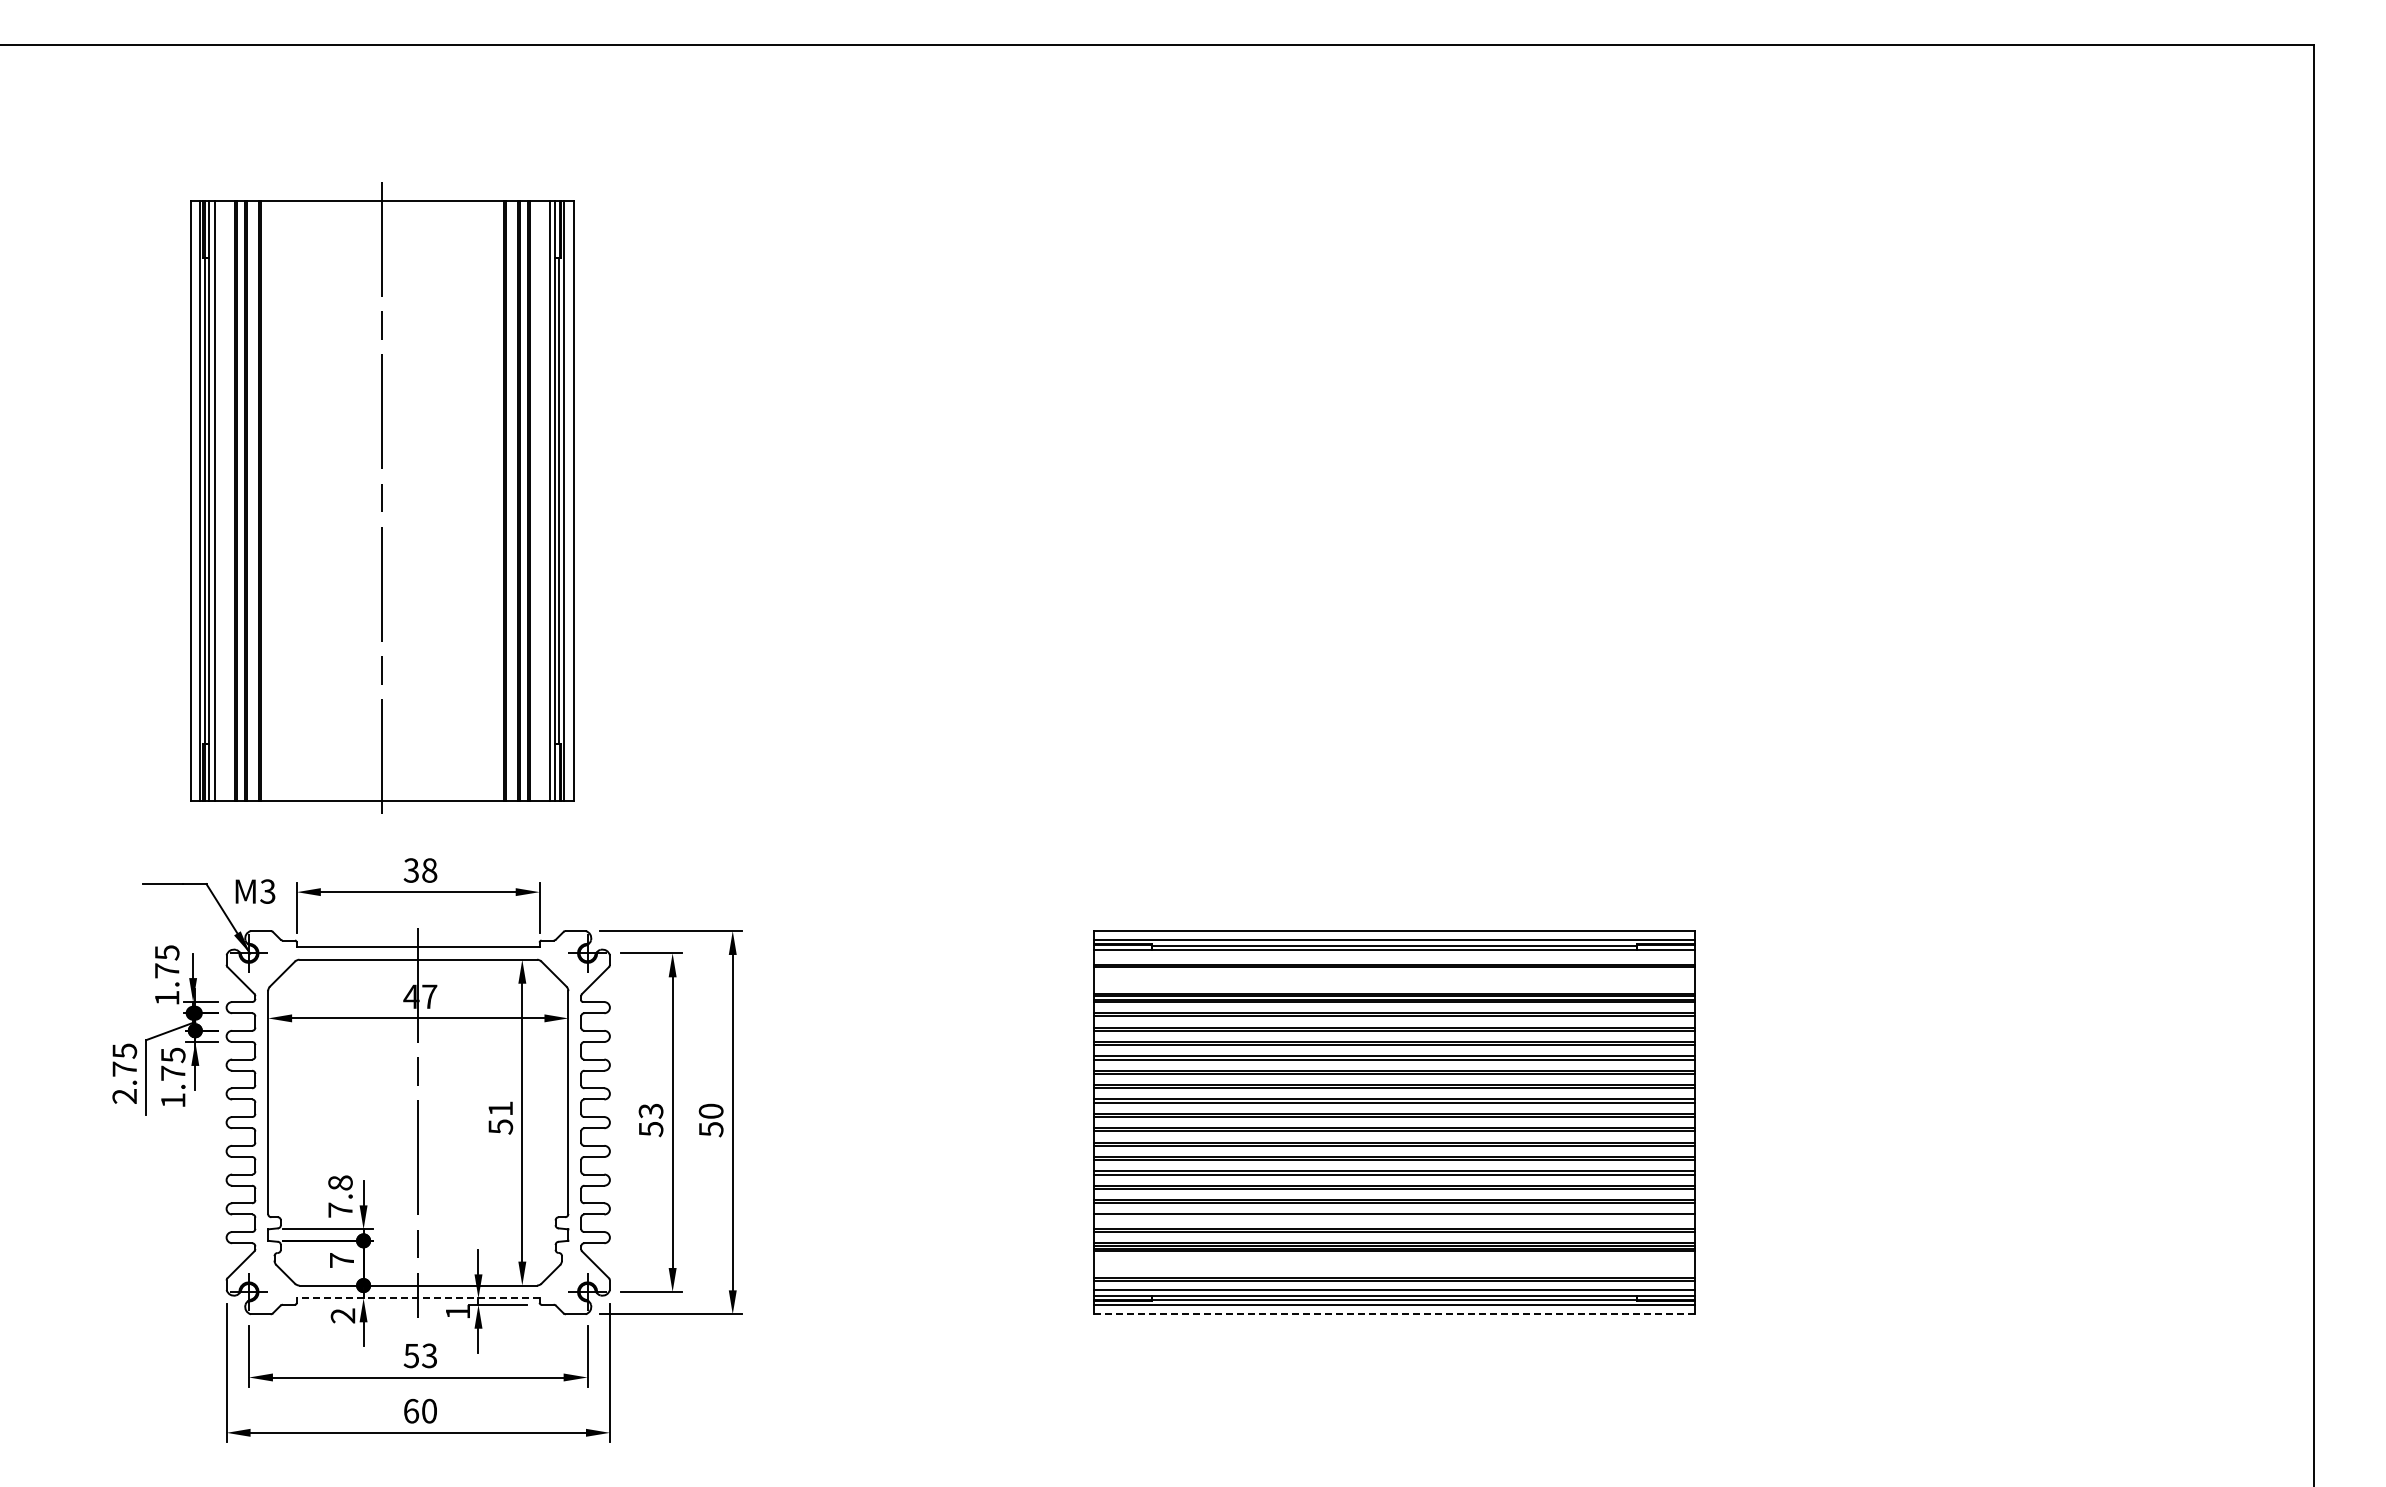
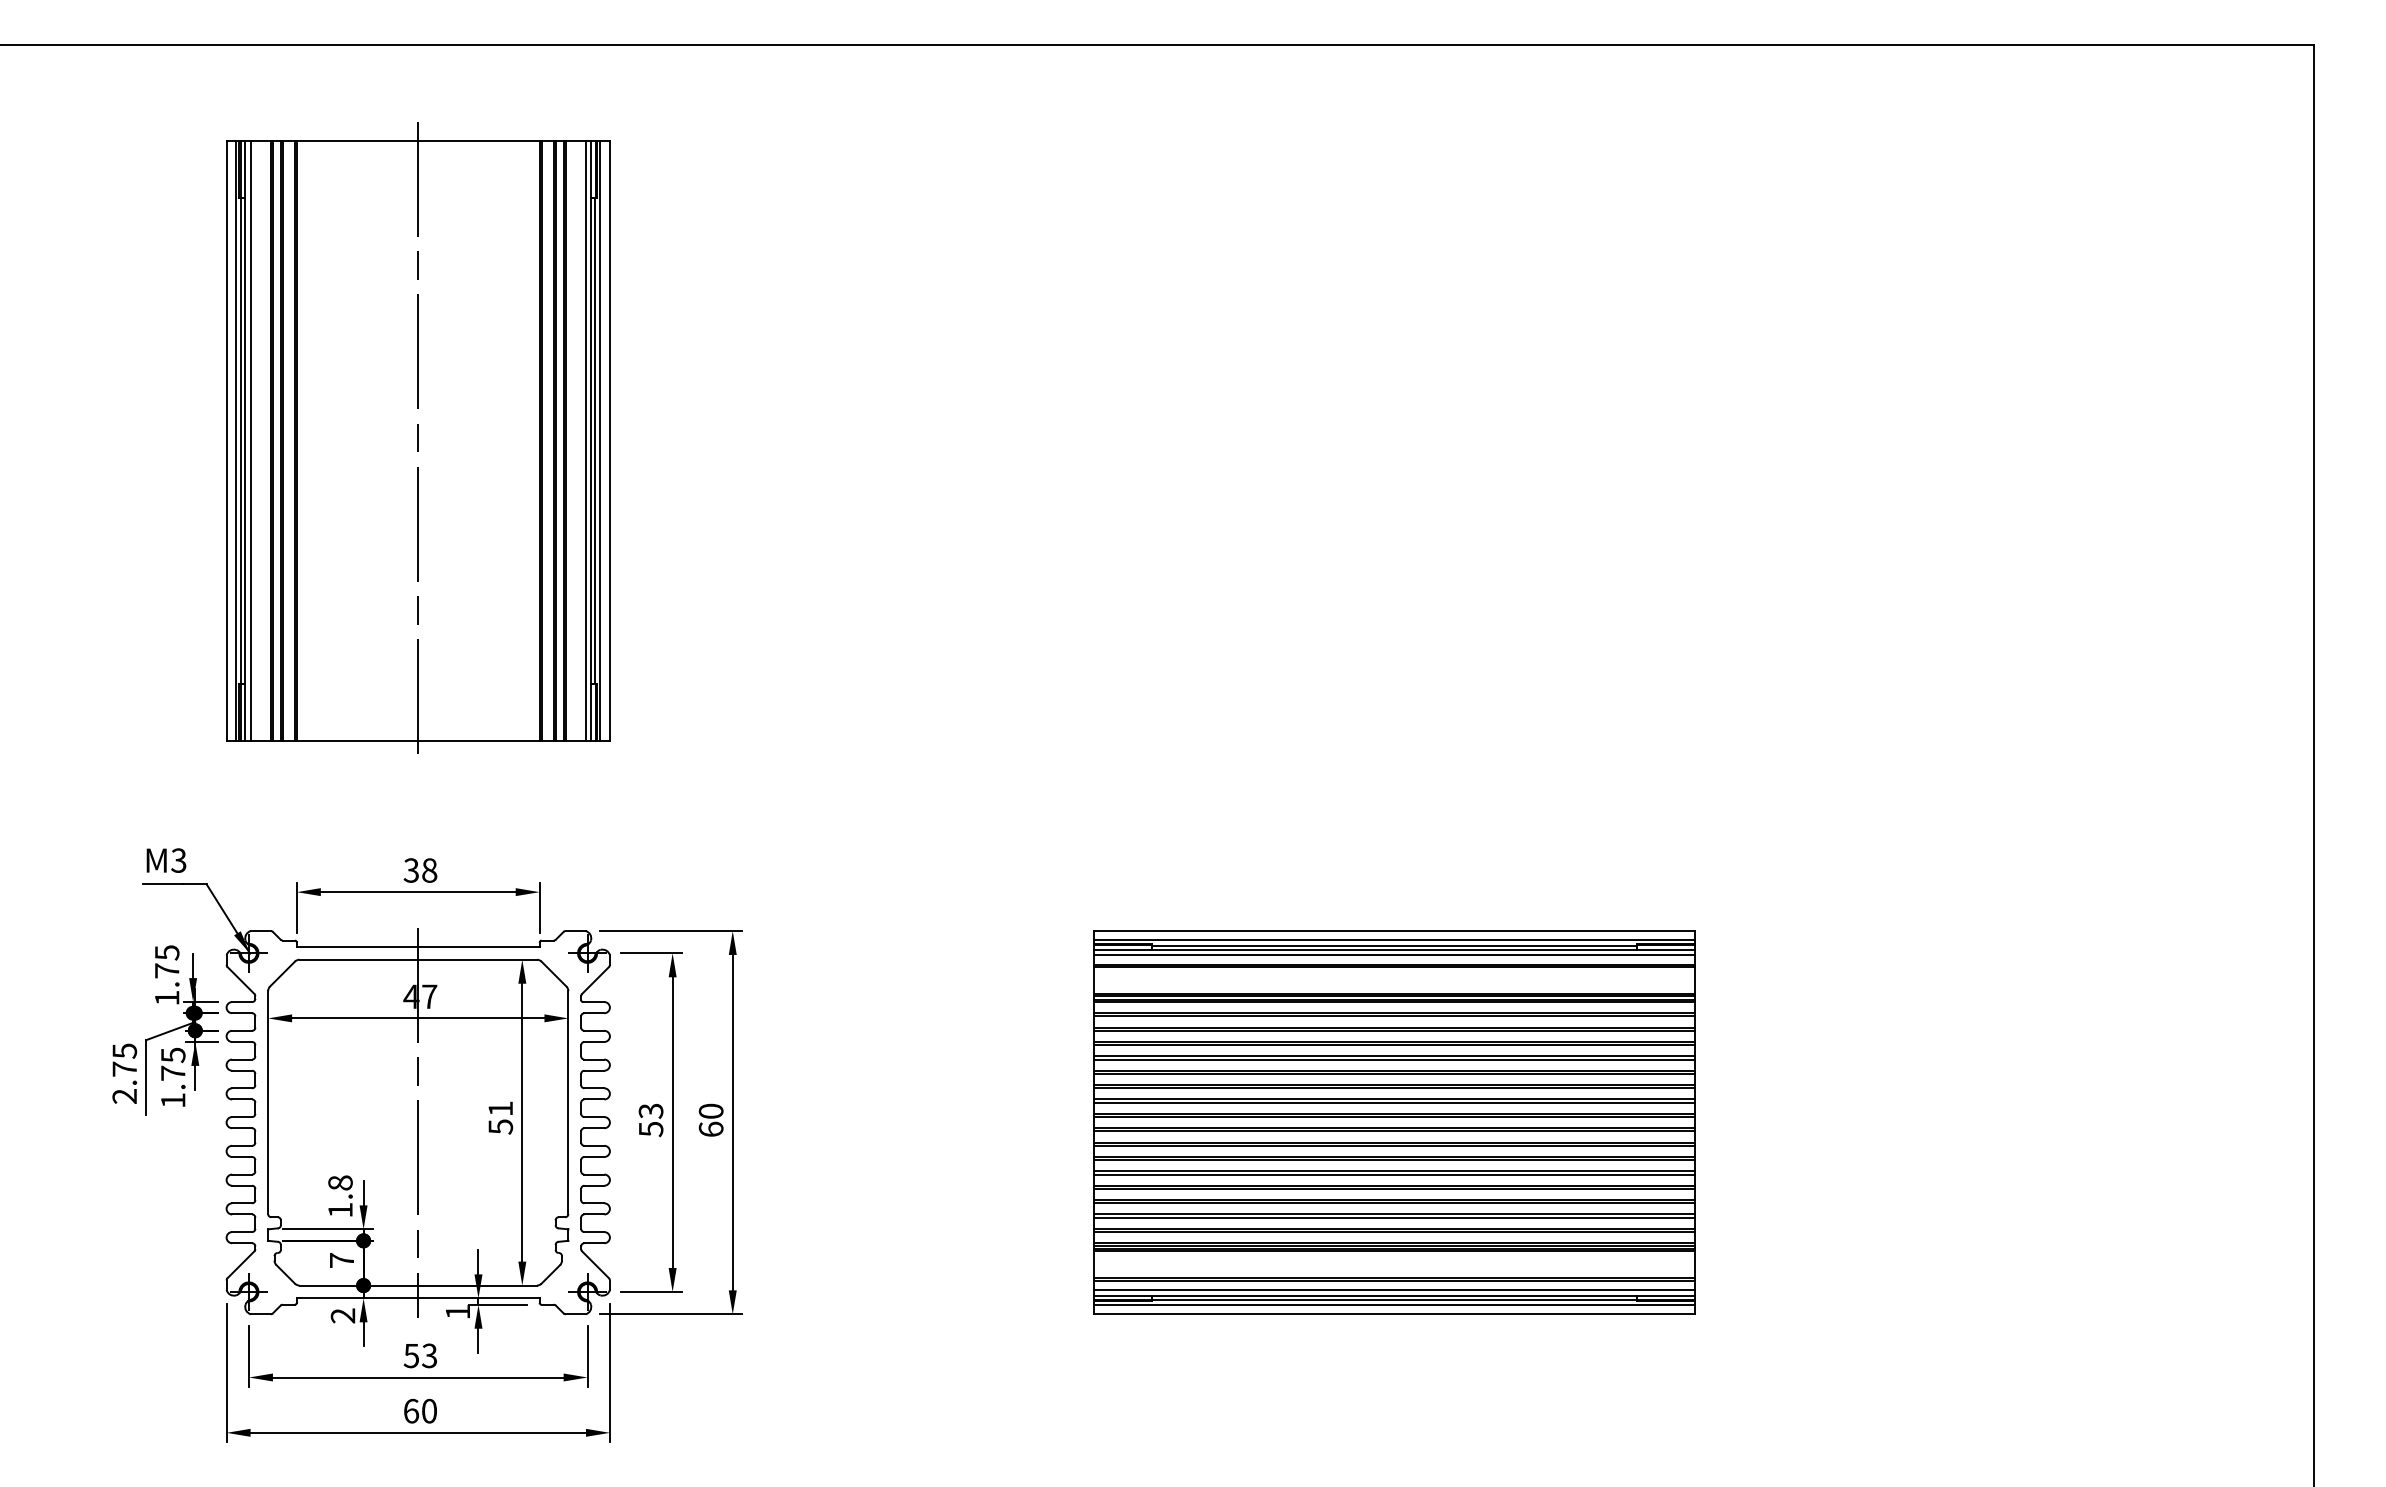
part at (382, 497) position: (382, 497) -> (418, 437)
text at (255, 891) position: (255, 891) -> (166, 860)
line at (1394, 955): none -> present
text at (710, 1129): 50 -> 60
text at (340, 1209): 7.8 -> 1.8
line at (1394, 1217): none -> present
line at (417, 1298): dashed -> solid
line at (1394, 1314): dashed -> solid
